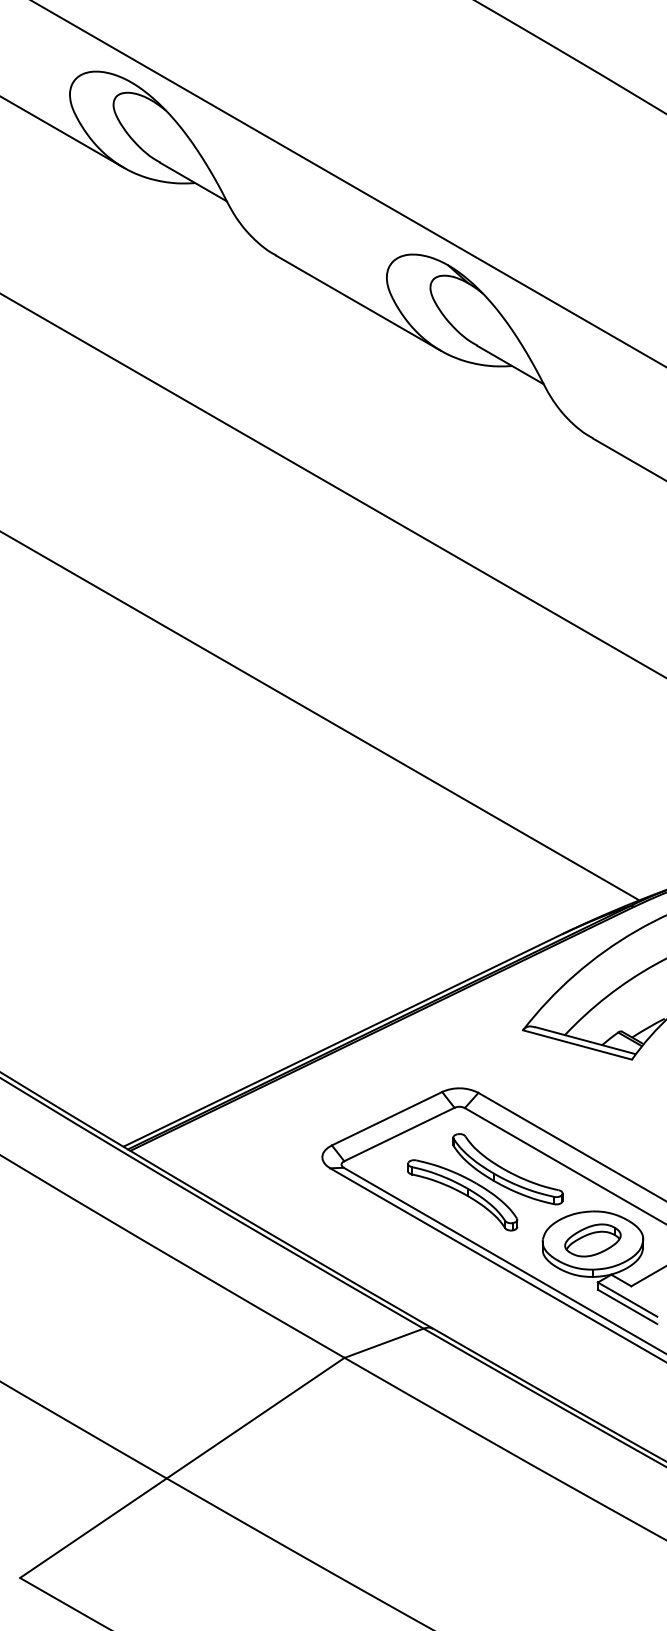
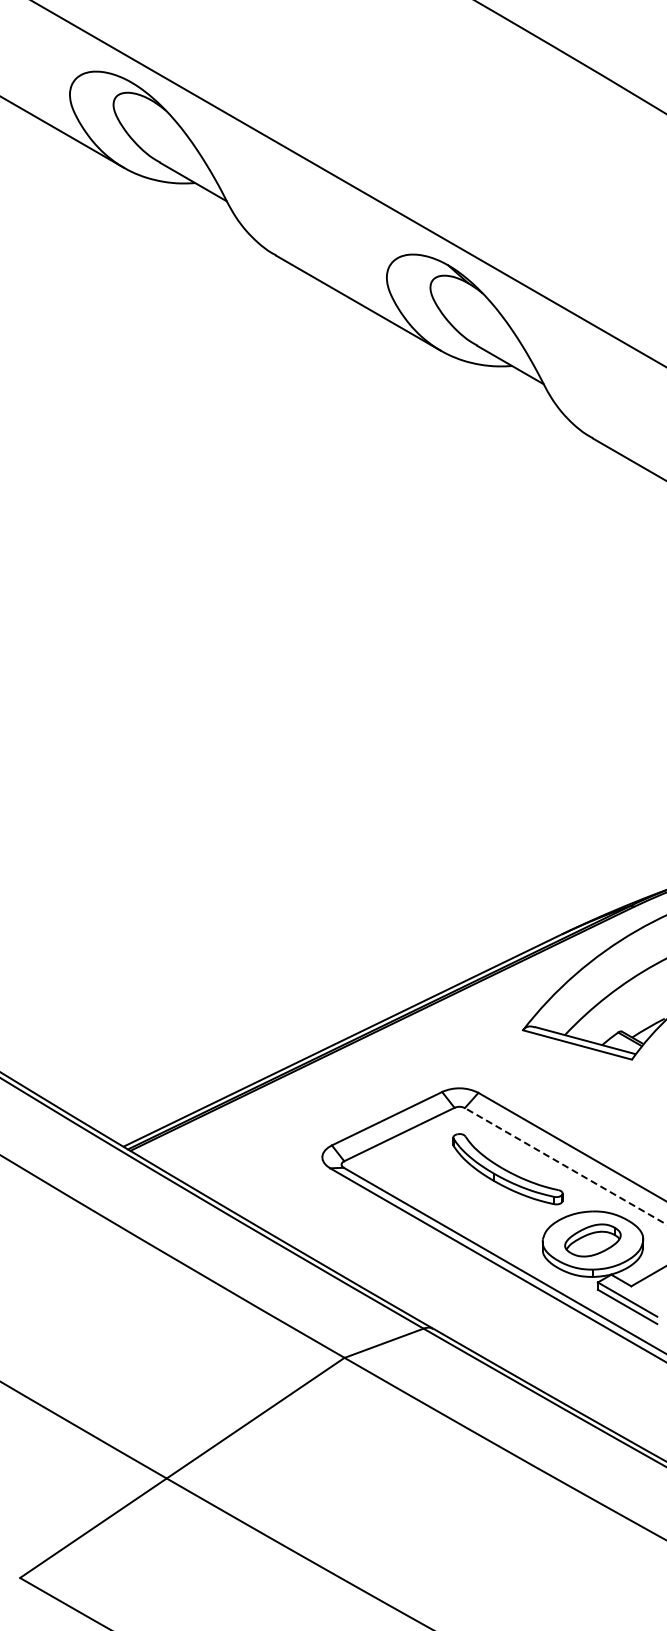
line at (332, 485): present -> none
line at (320, 716): present -> none
line at (565, 1166): solid -> dashed
part at (462, 1195): present -> none
